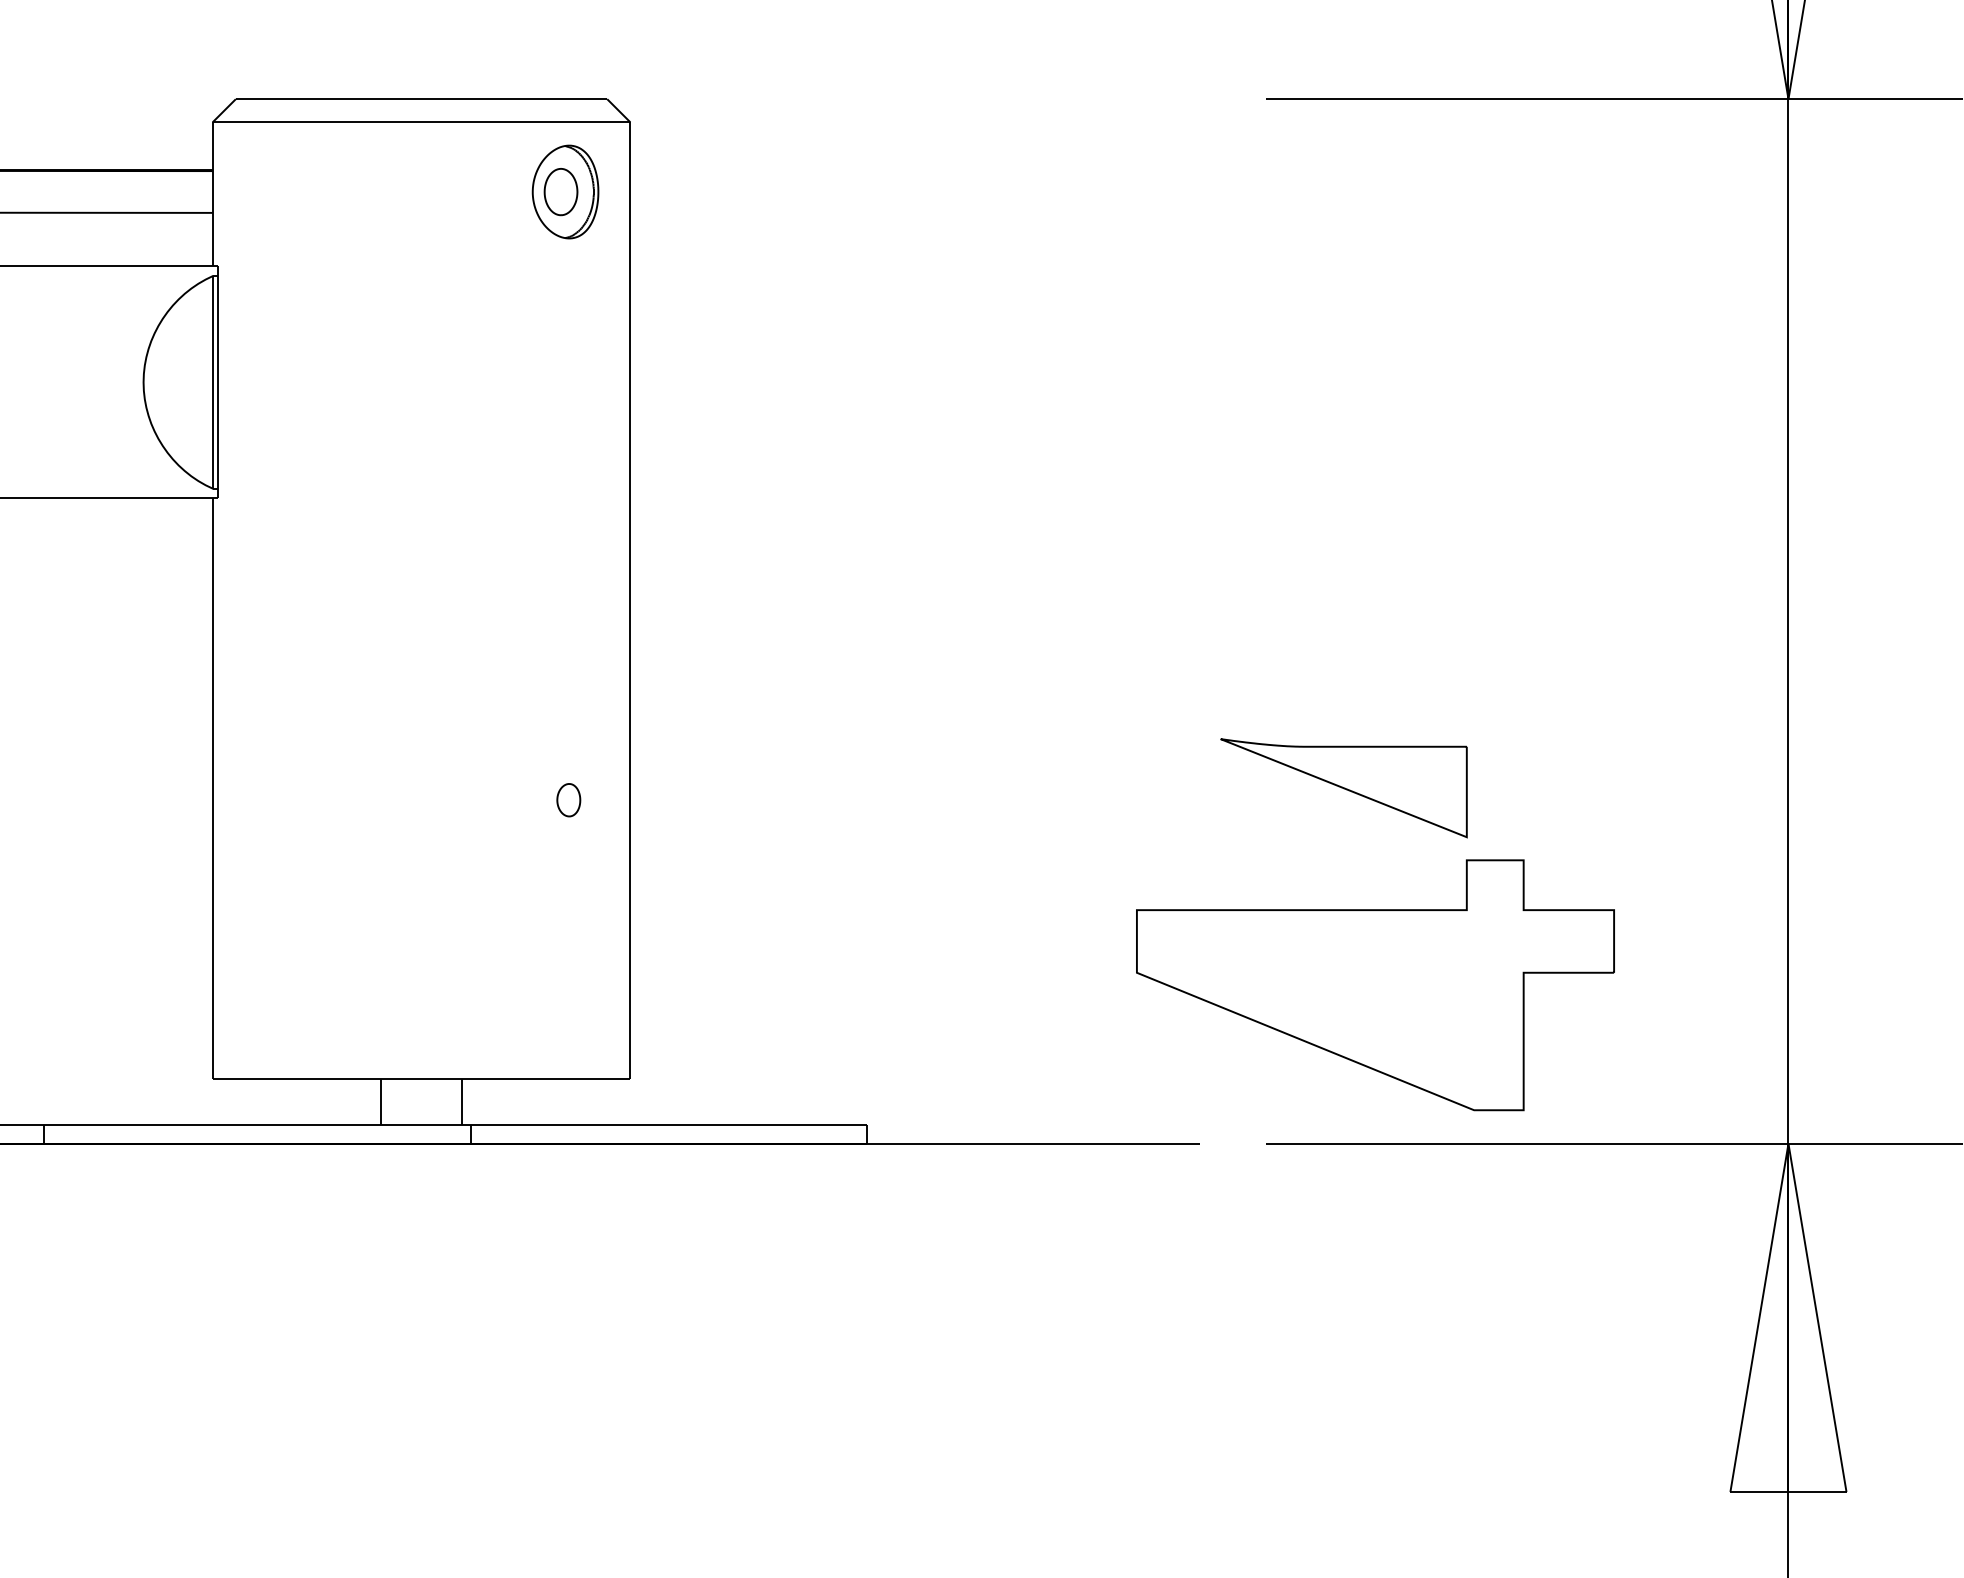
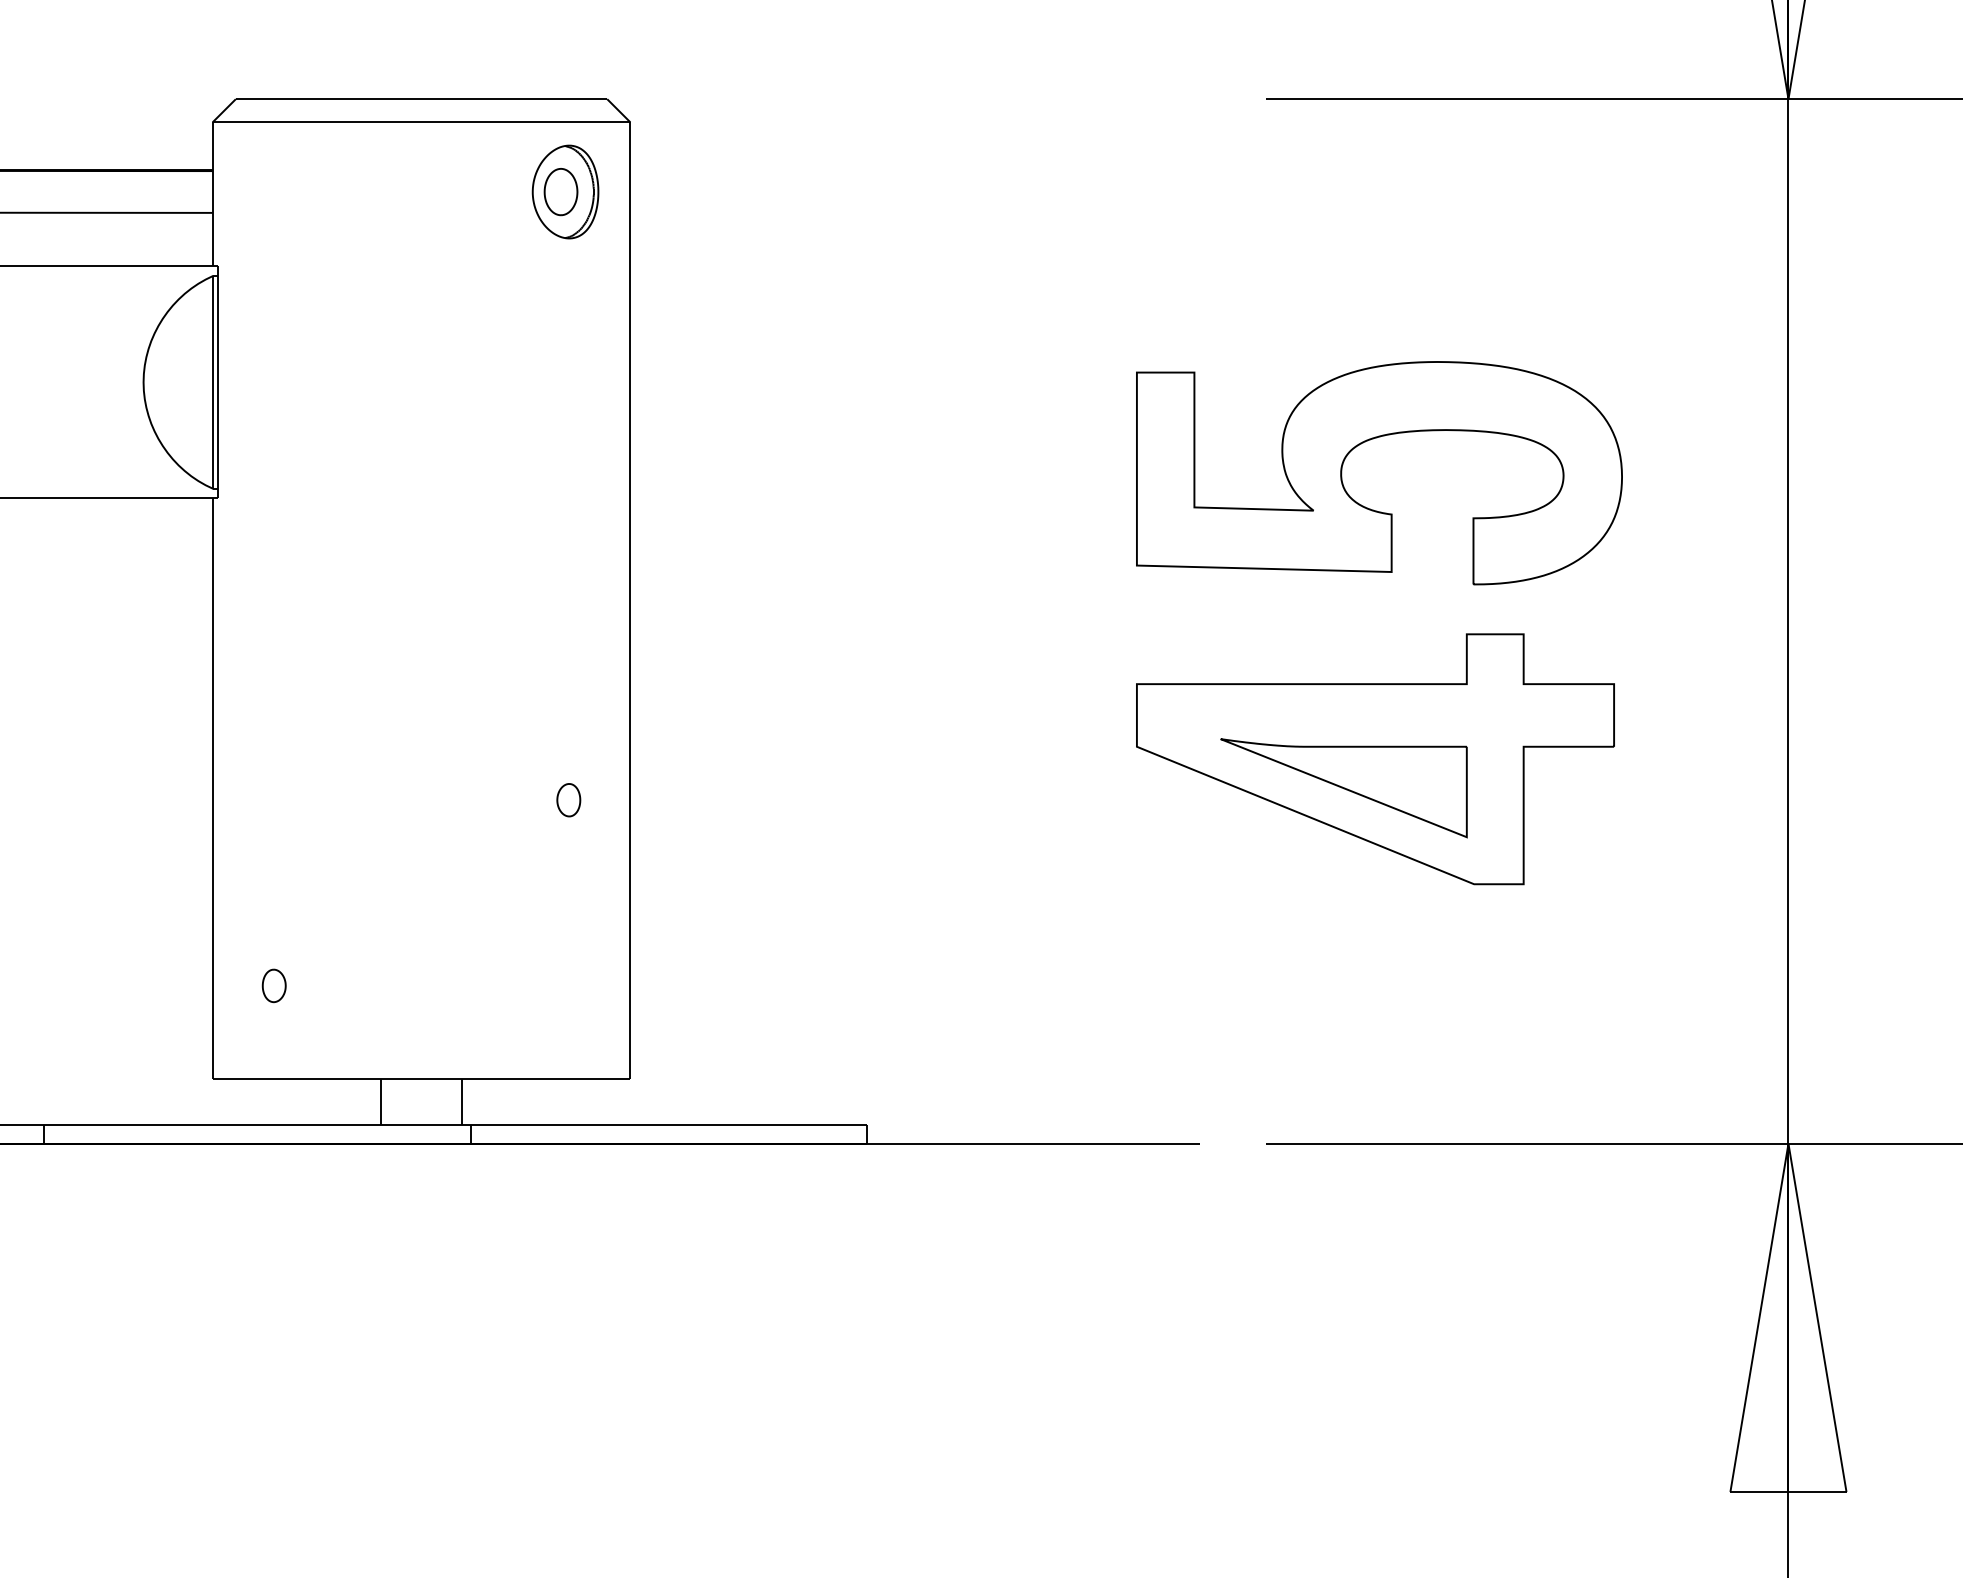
part at (1363, 443): none -> present
part at (273, 985): none -> present
part at (1375, 985) position: (1375, 985) -> (1375, 759)
